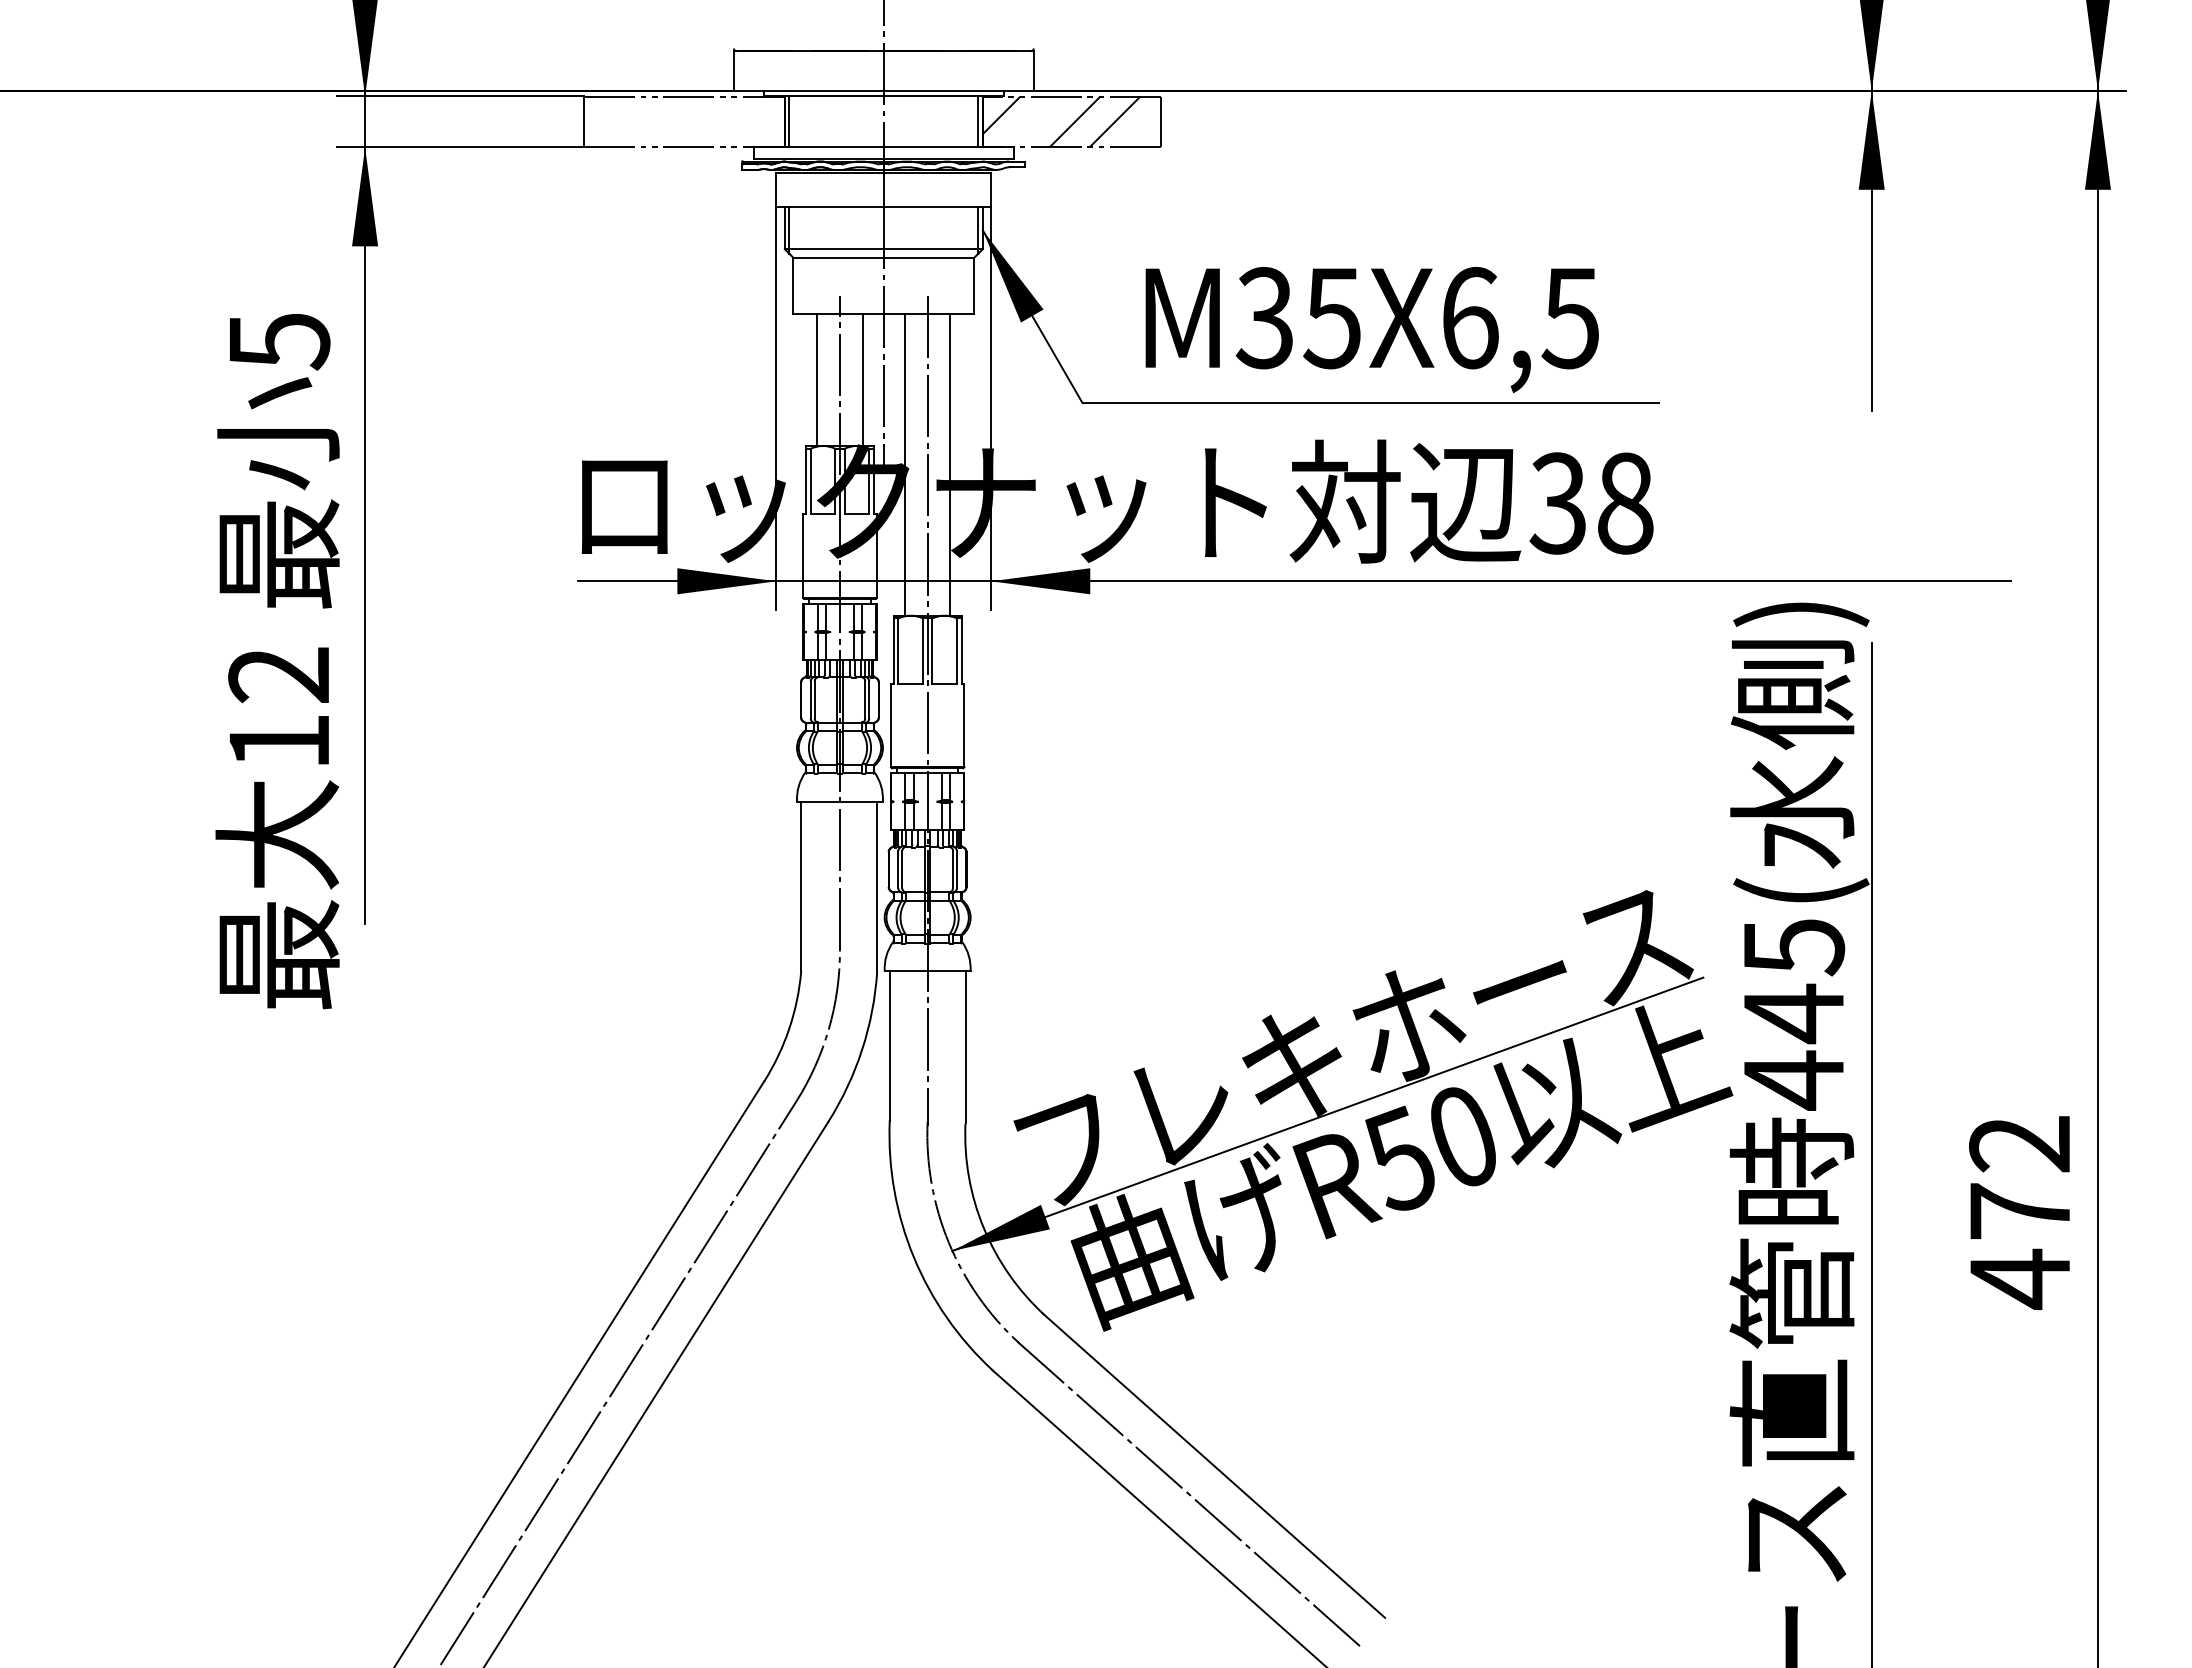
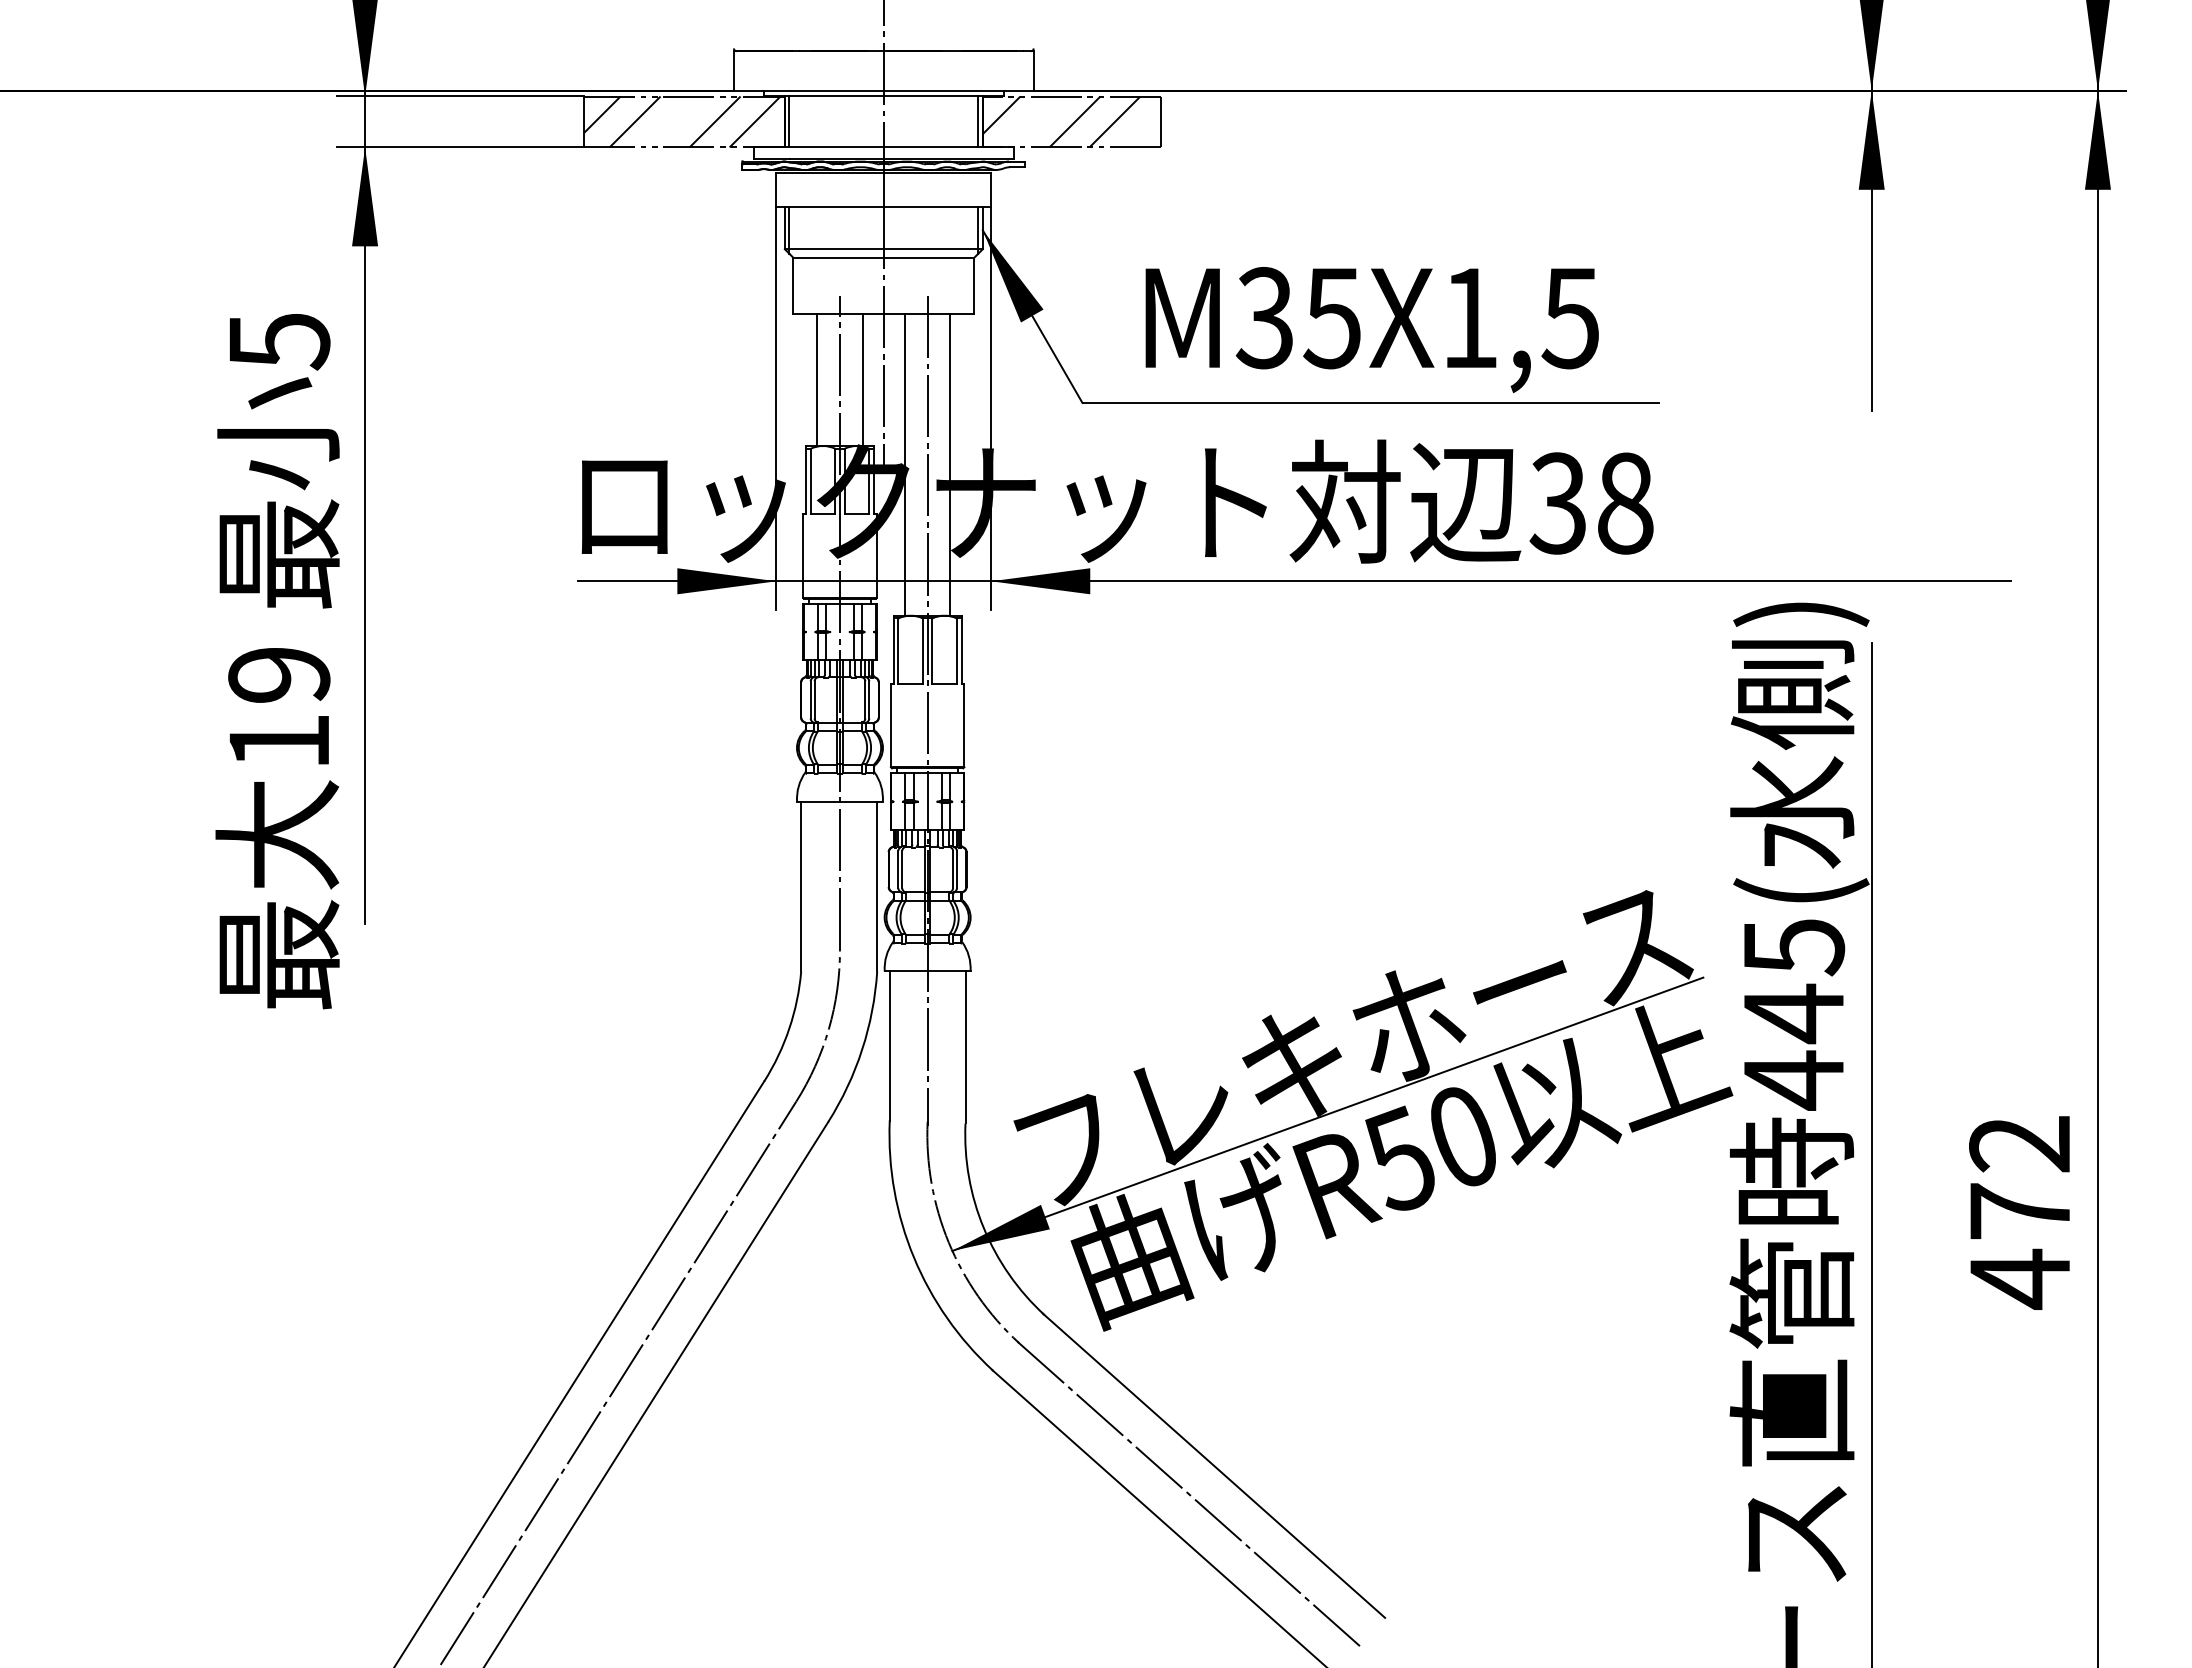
hatch at (682, 121): none -> present
text at (1470, 318): M35X6,5 -> M35X1,5
text at (279, 675): 12 -> 19
